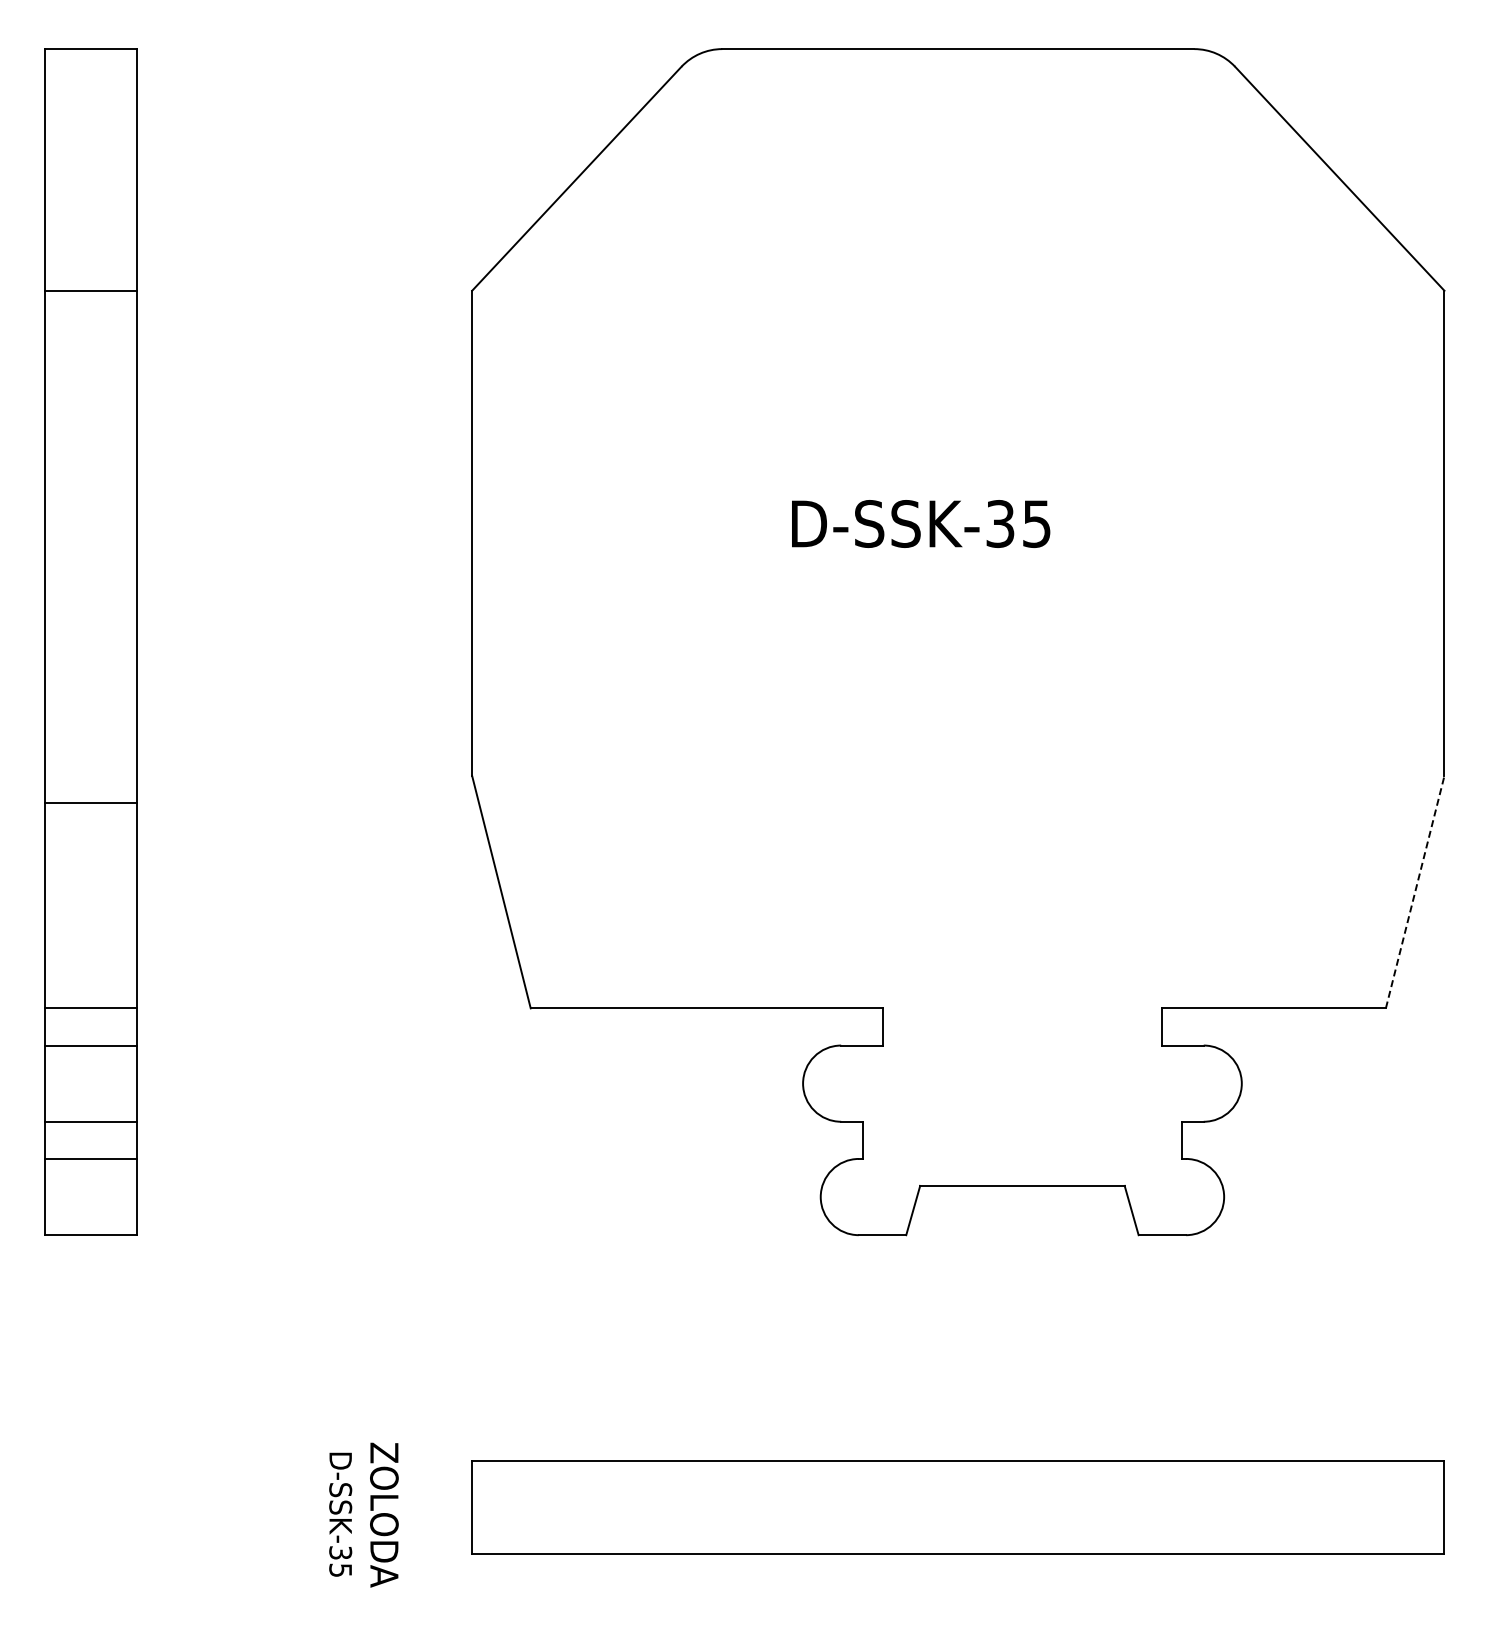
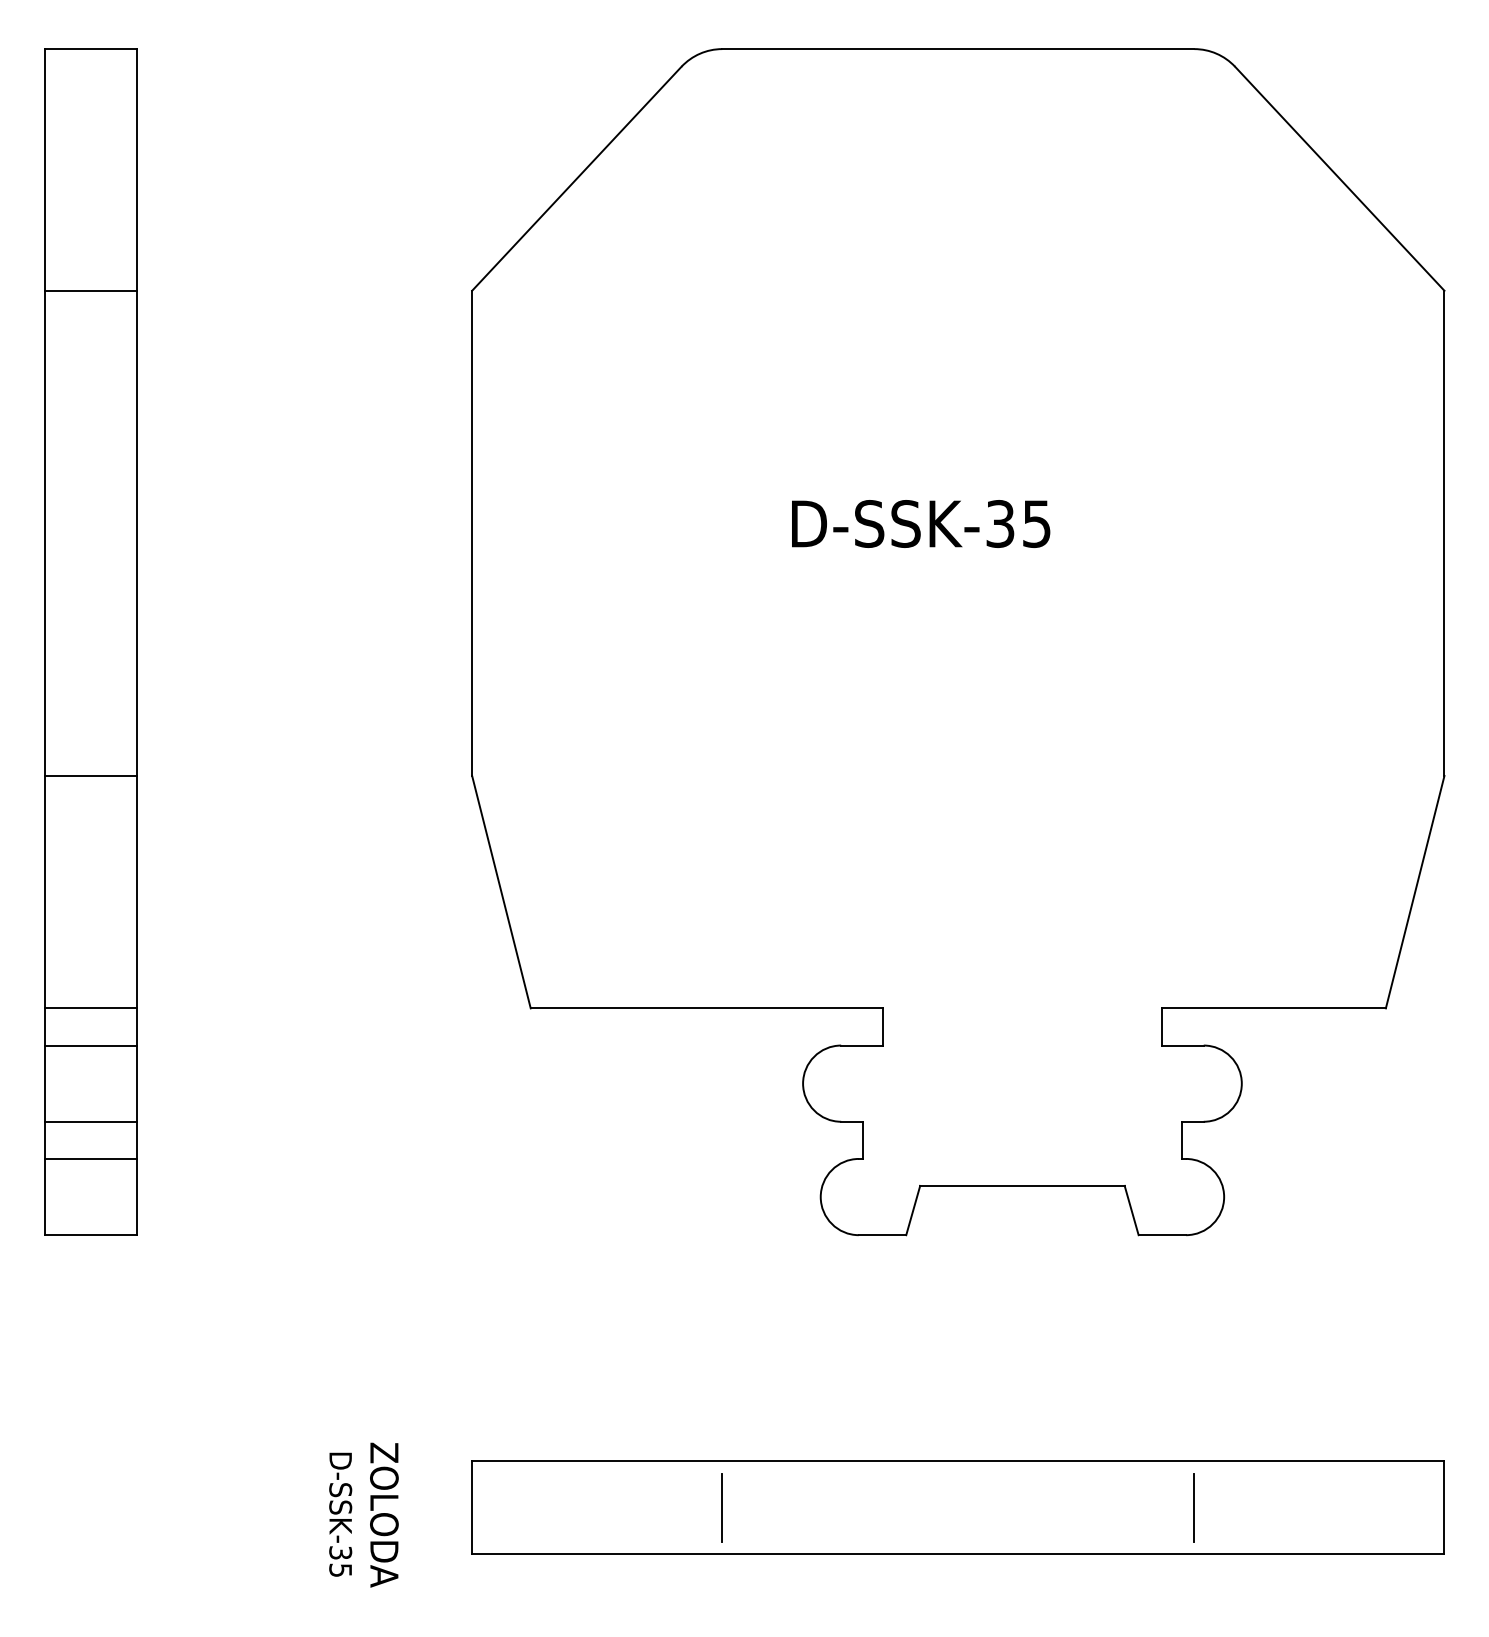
line at (90, 802) position: (90, 802) -> (90, 775)
line at (1415, 892): dashed -> solid
line at (722, 1507): none -> present
line at (1193, 1507): none -> present
